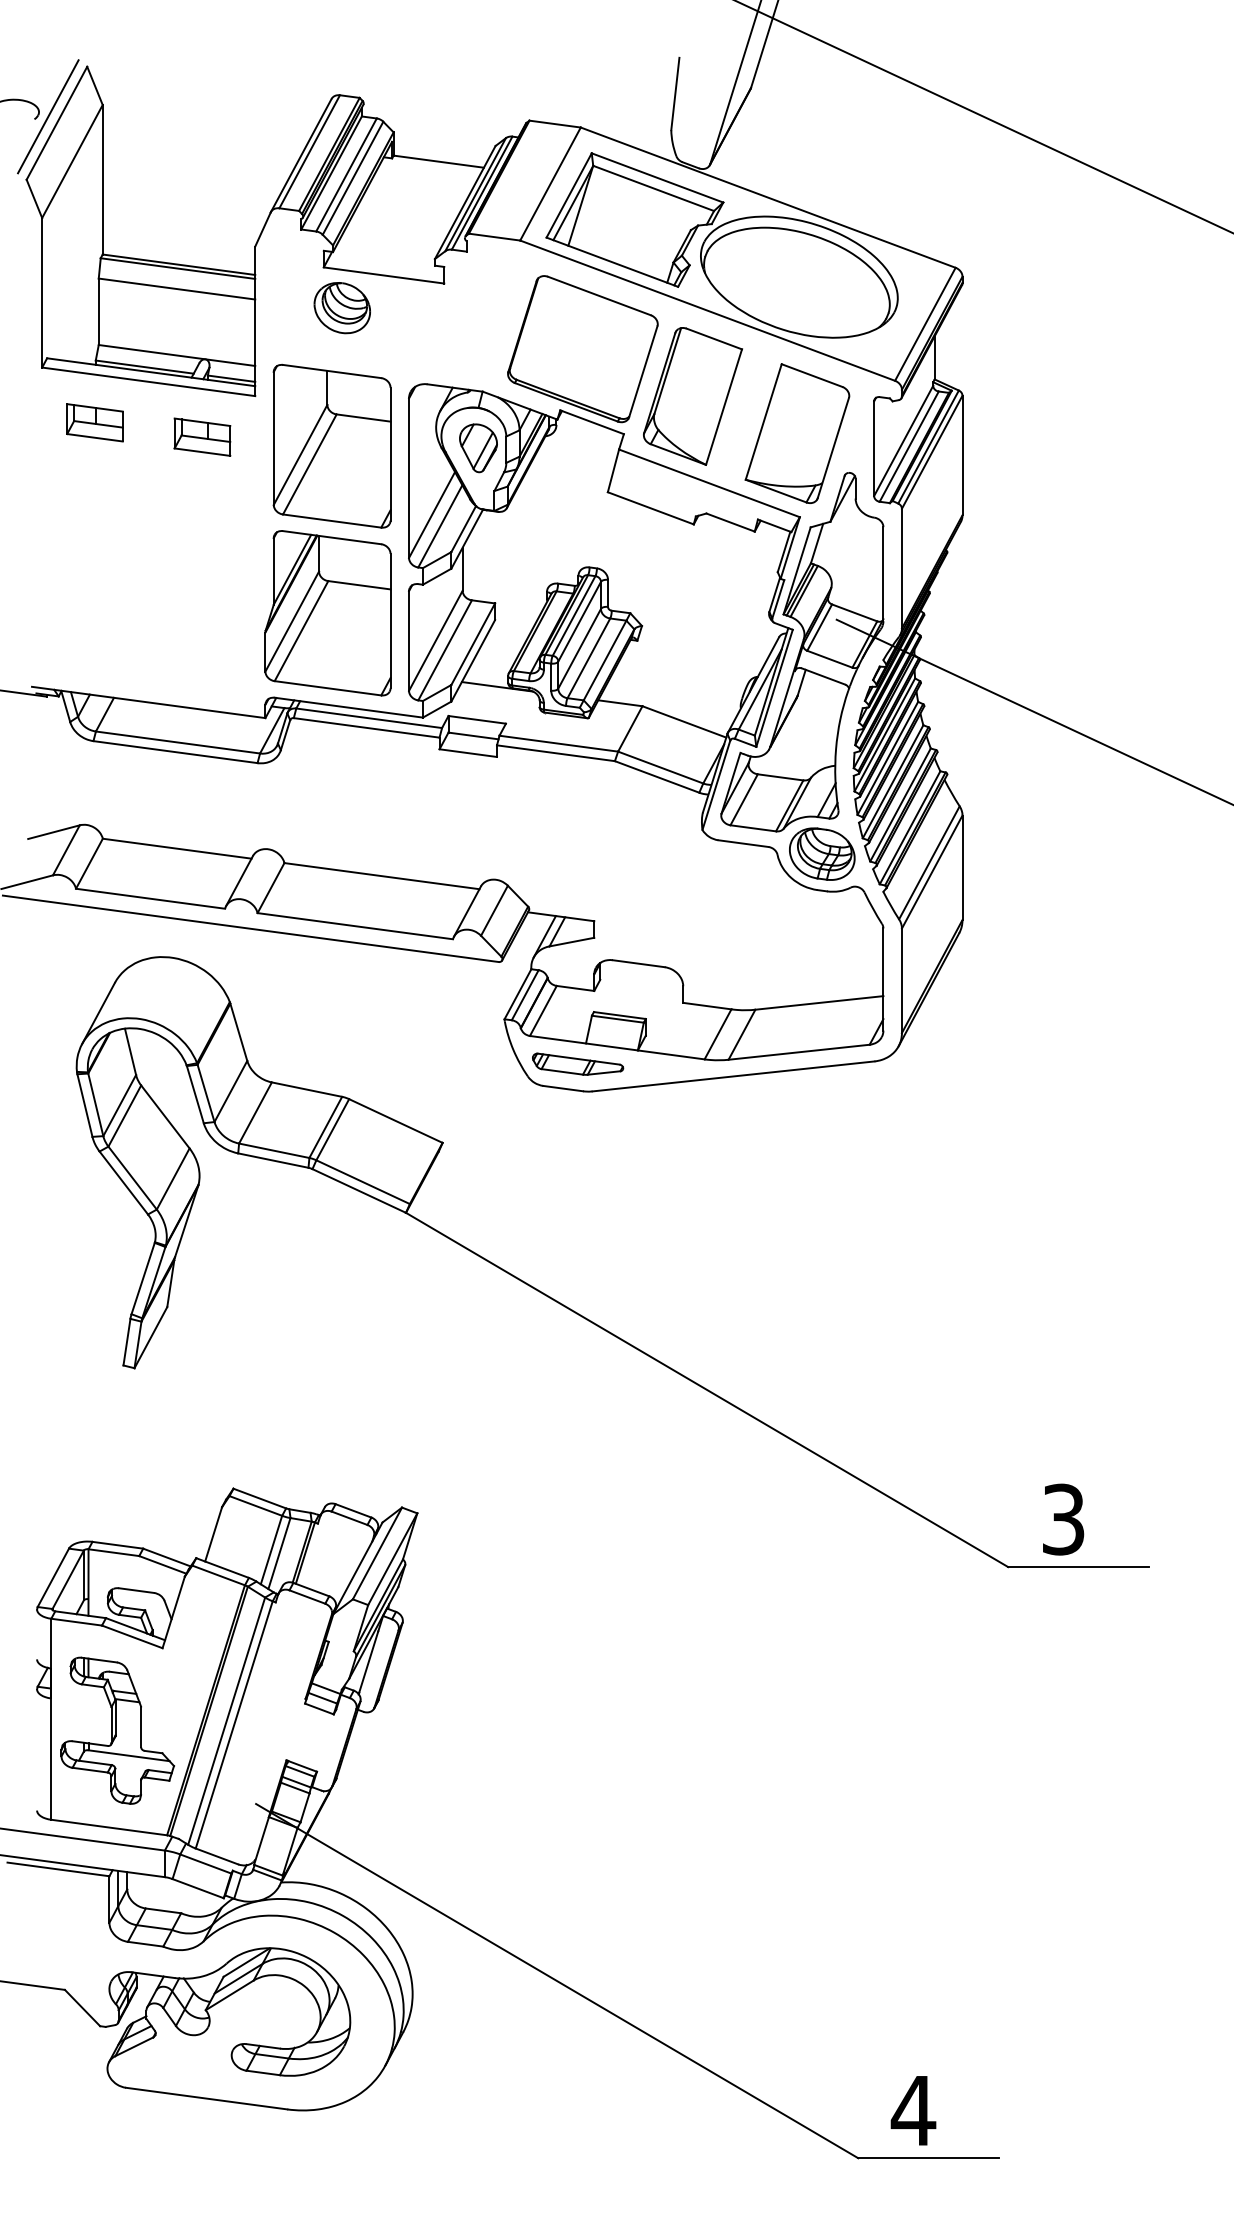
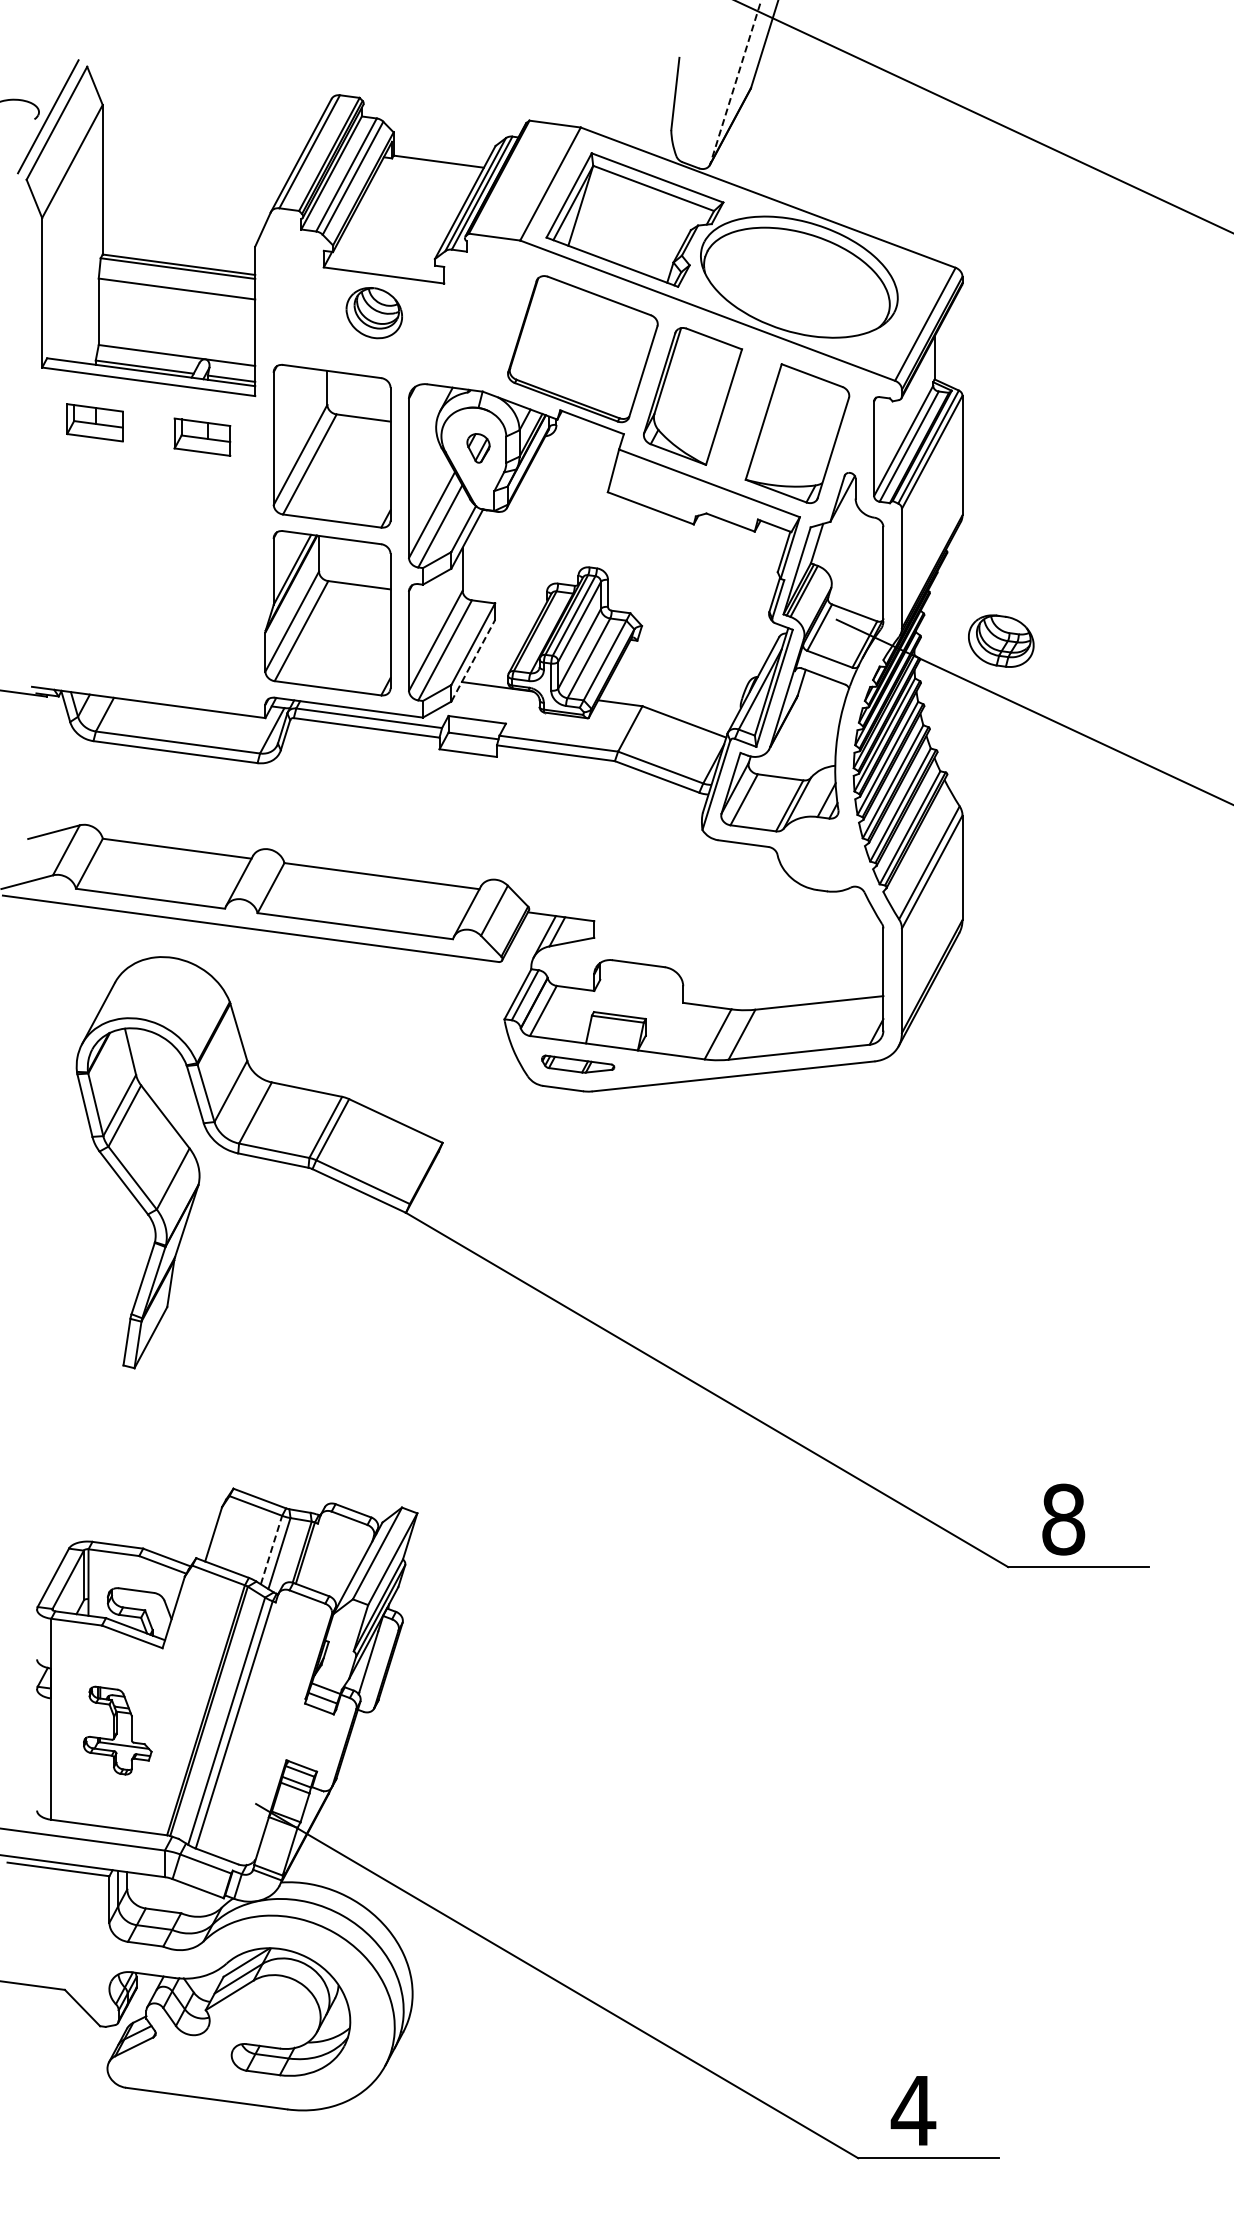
line at (735, 82): solid -> dashed
part at (341, 308) position: (341, 308) -> (373, 313)
part at (478, 448) size: 39x51 px -> 25x31 px
line at (473, 660): solid -> dashed
part at (822, 853) position: (822, 853) -> (1001, 640)
part at (578, 1063) size: 93x24 px -> 75x20 px
text at (1063, 1519): 3 -> 8
line at (271, 1550): solid -> dashed
part at (117, 1730) size: 116x149 px -> 70x91 px
